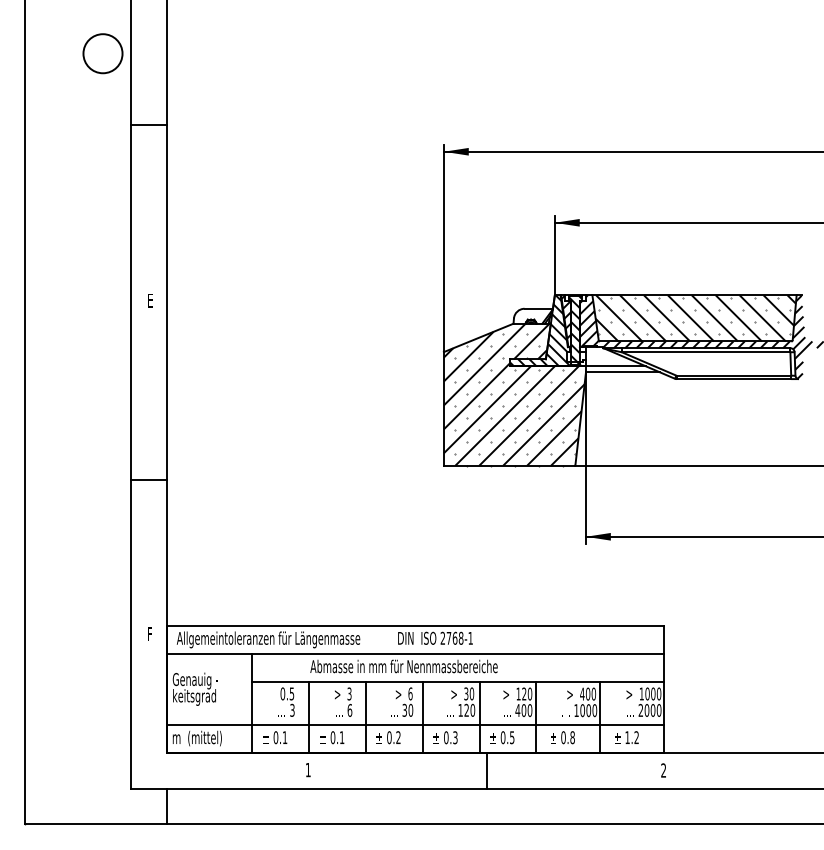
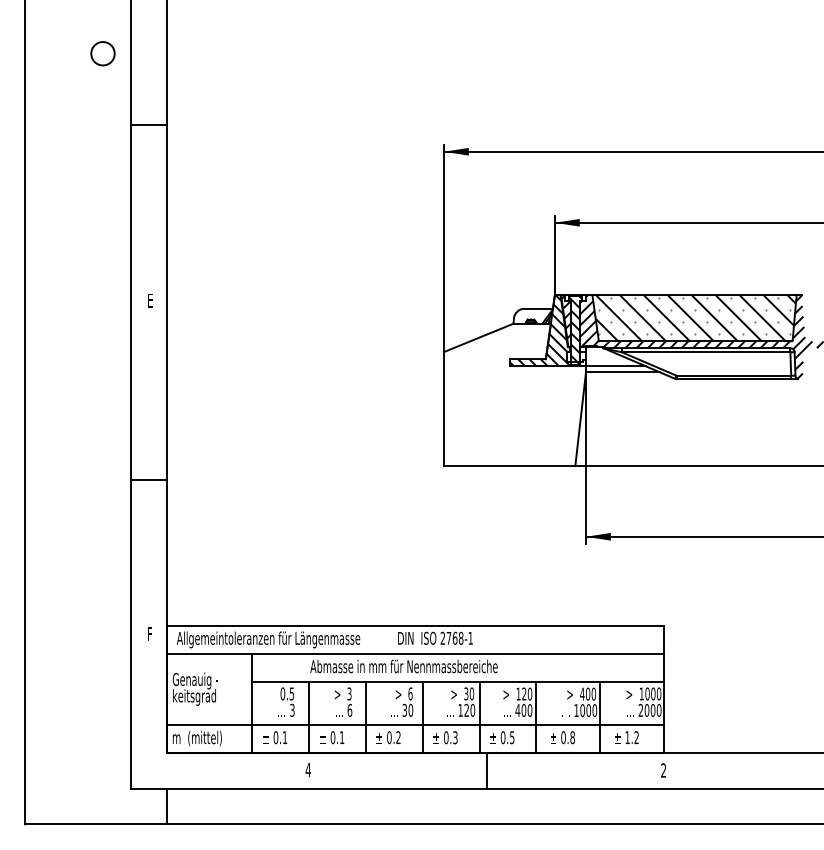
circle at (102, 53) diameter: 39 px -> 23 px
hatch at (513, 394): present -> none
text at (307, 770): 1 -> 4
